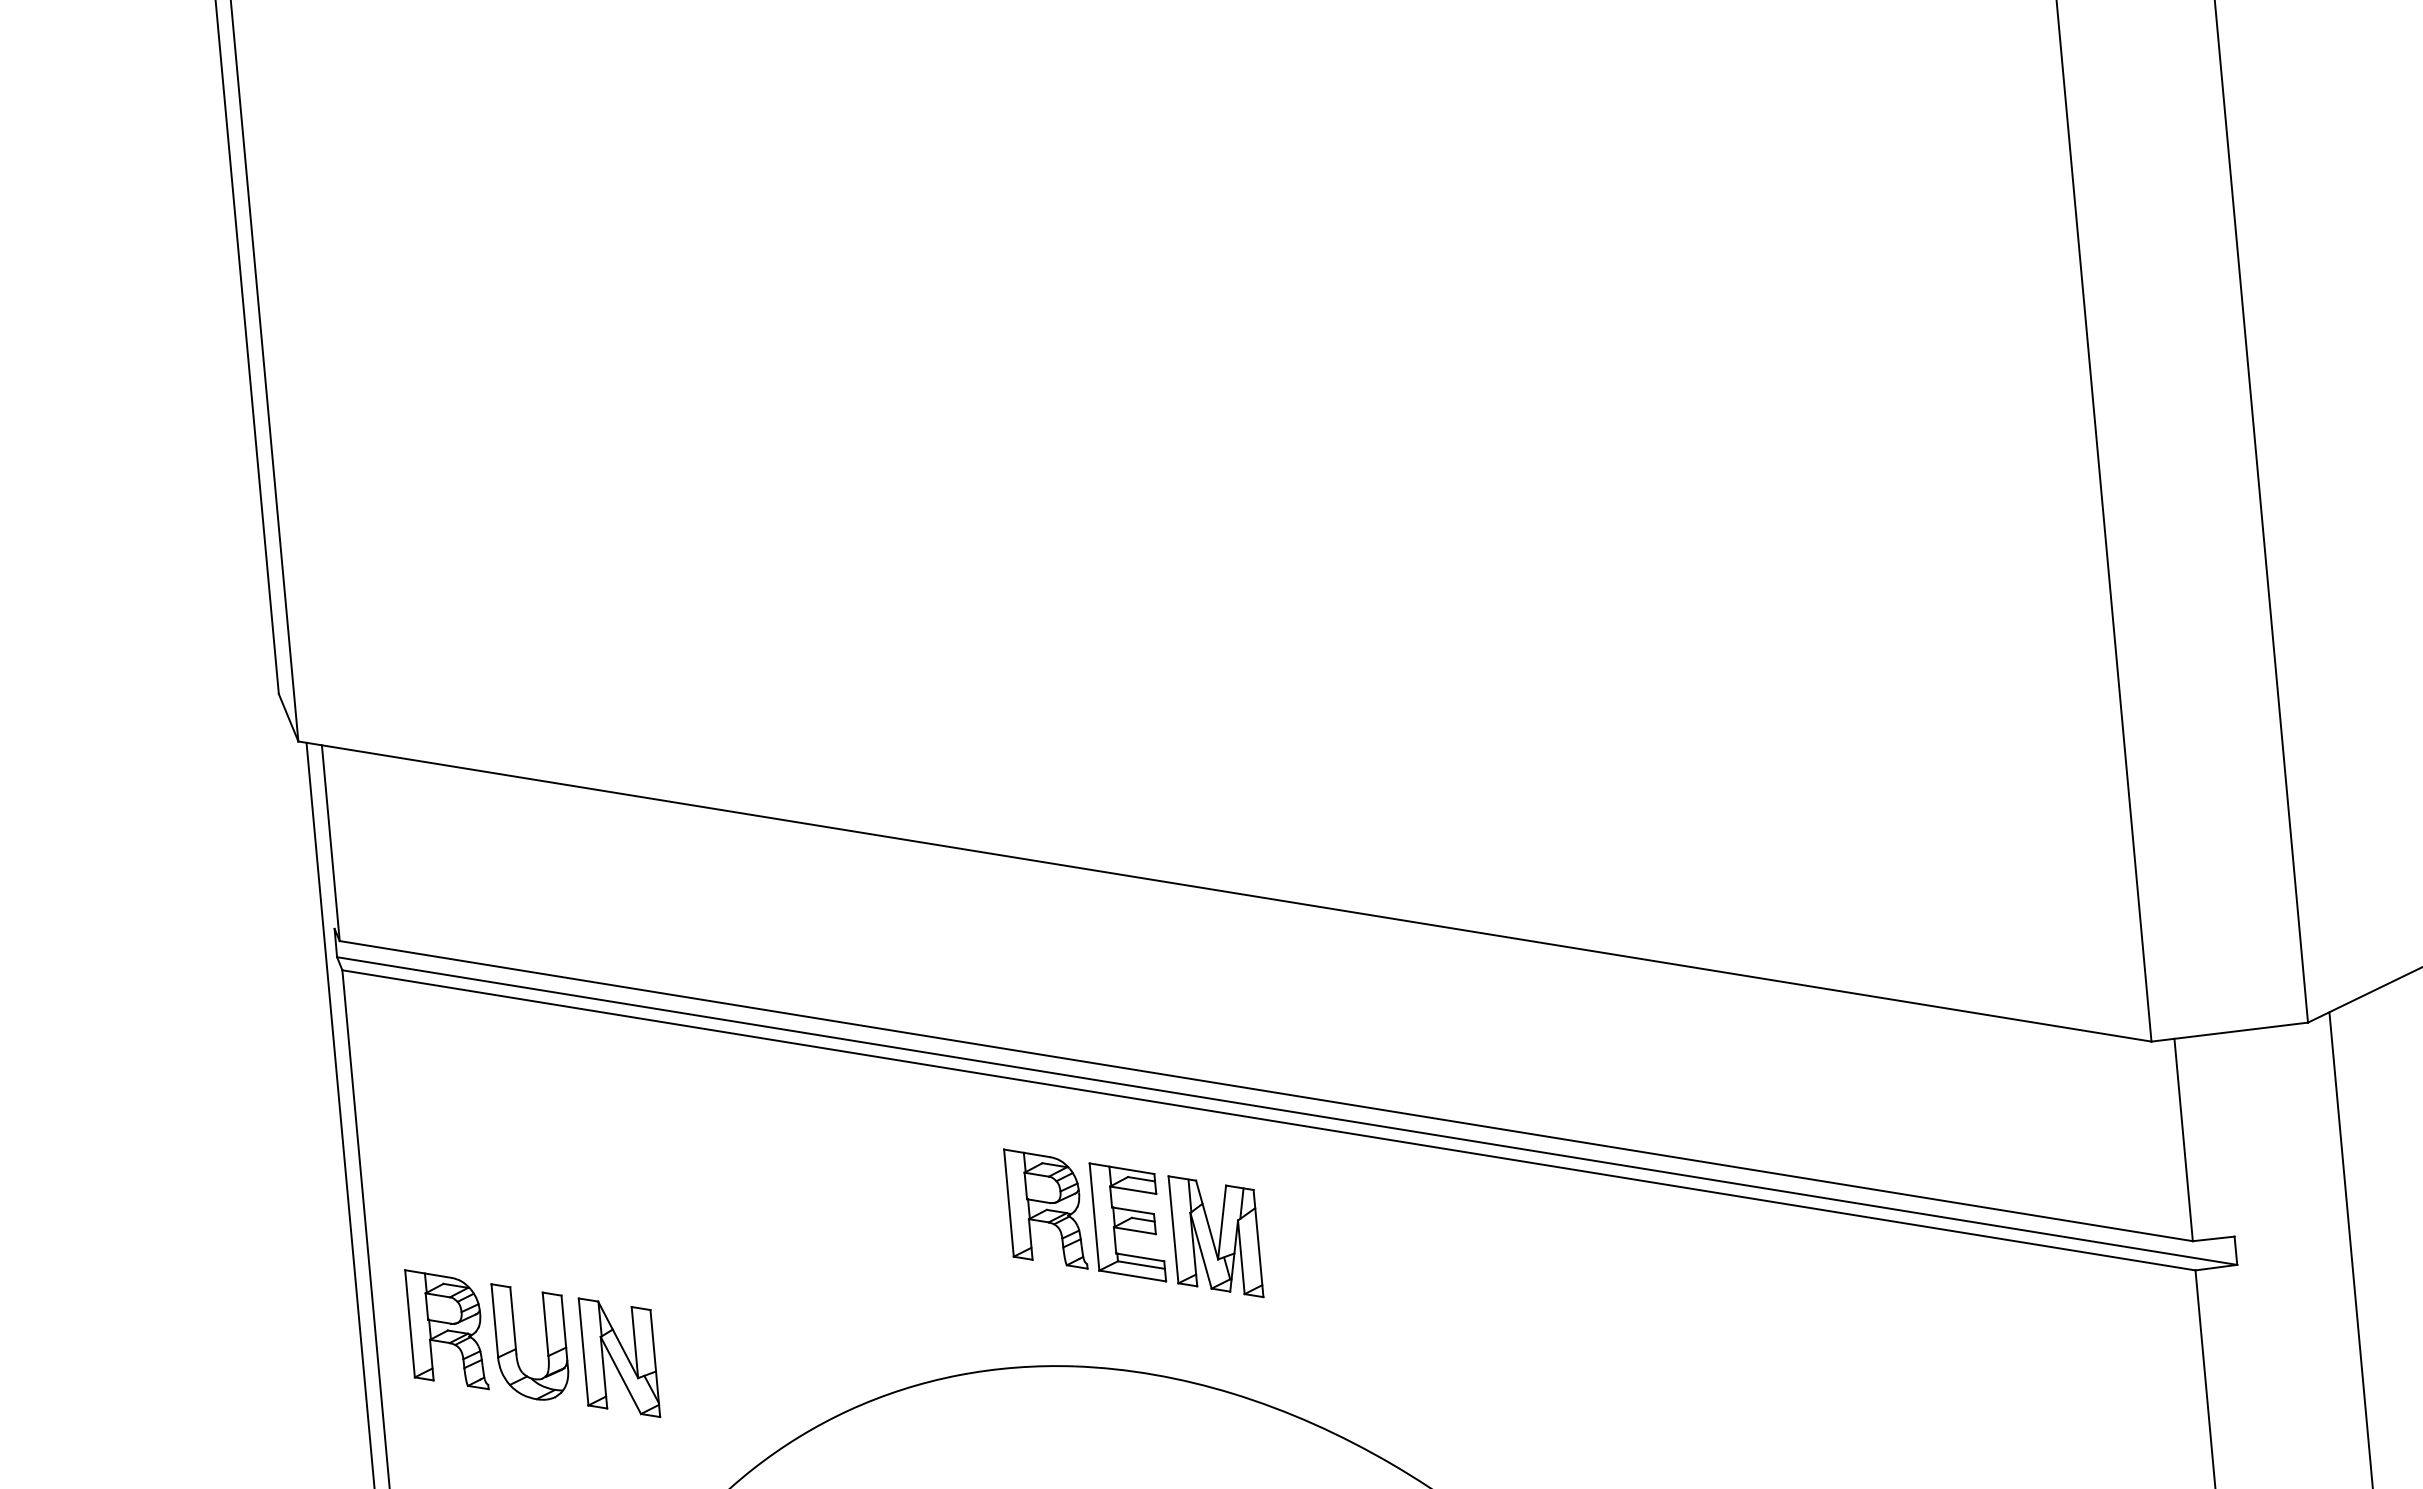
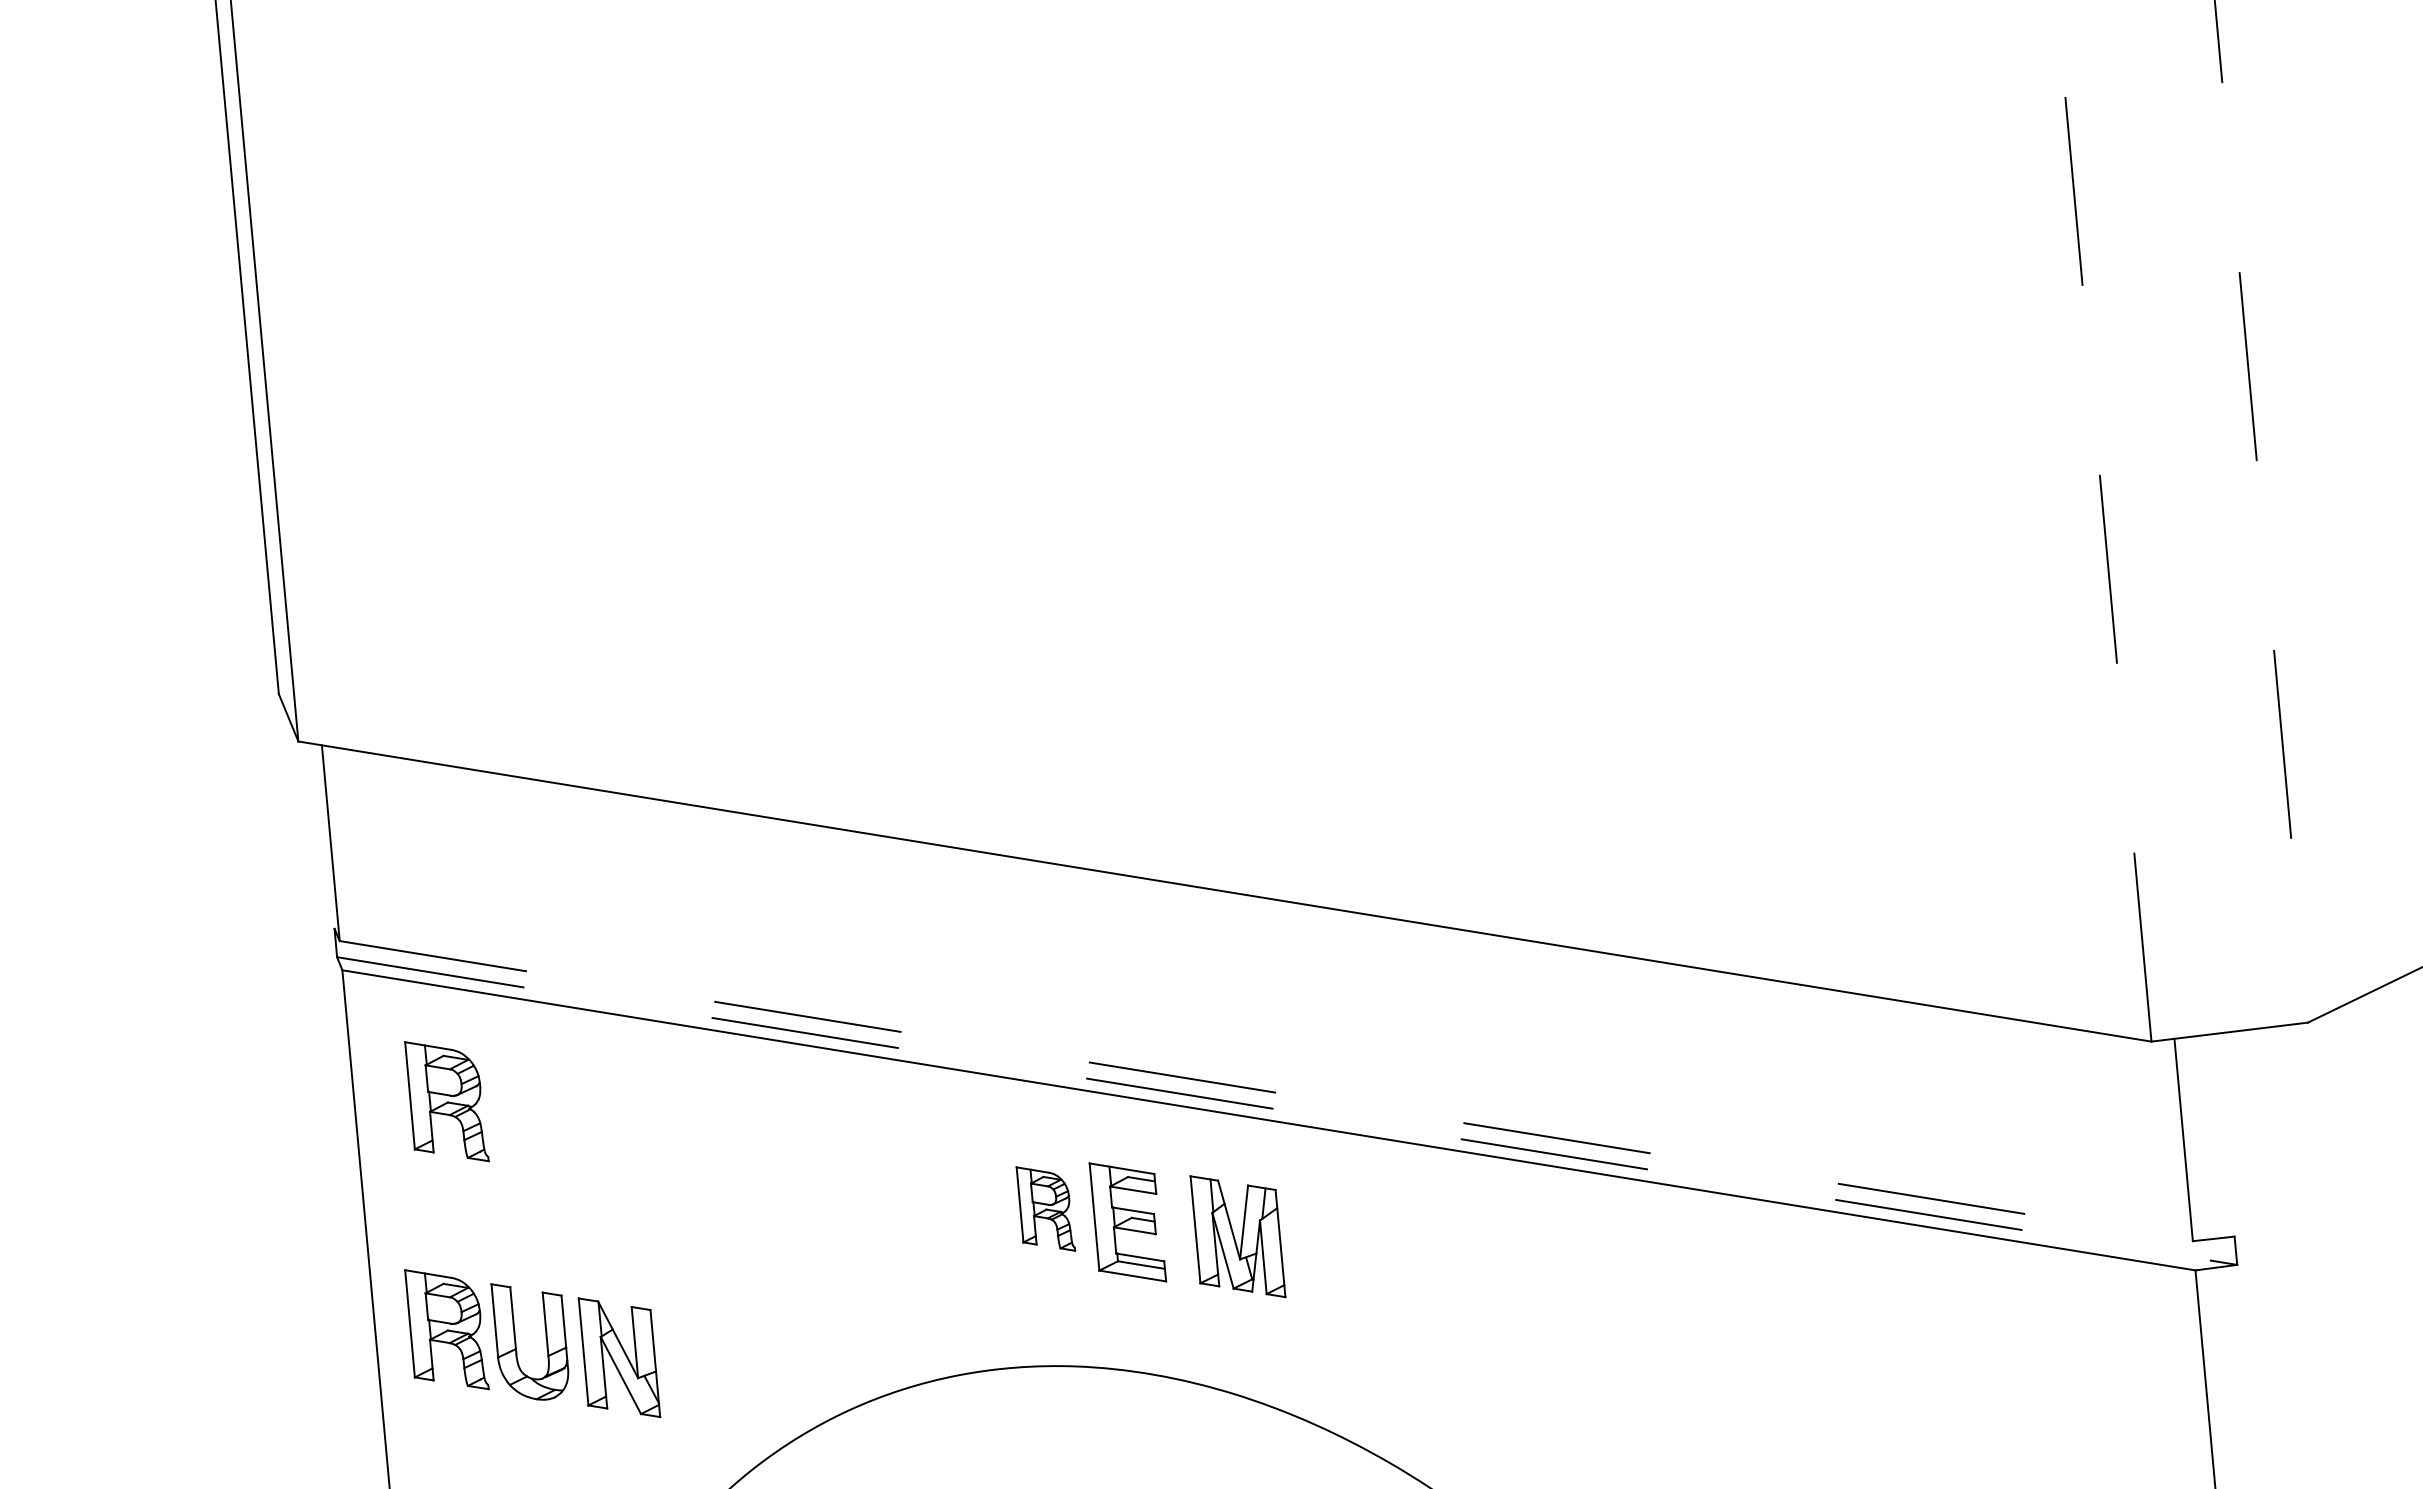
line at (2261, 511): solid -> dashed
line at (2104, 520): solid -> dashed
line at (1266, 1091): solid -> dashed
part at (446, 1101): none -> present
line at (1287, 1111): solid -> dashed
line at (340, 1113): present -> none
part at (1045, 1208) size: 86x122 px -> 62x86 px
part at (1215, 1236) position: (1215, 1236) -> (1237, 1236)
line at (2350, 1248): present -> none
